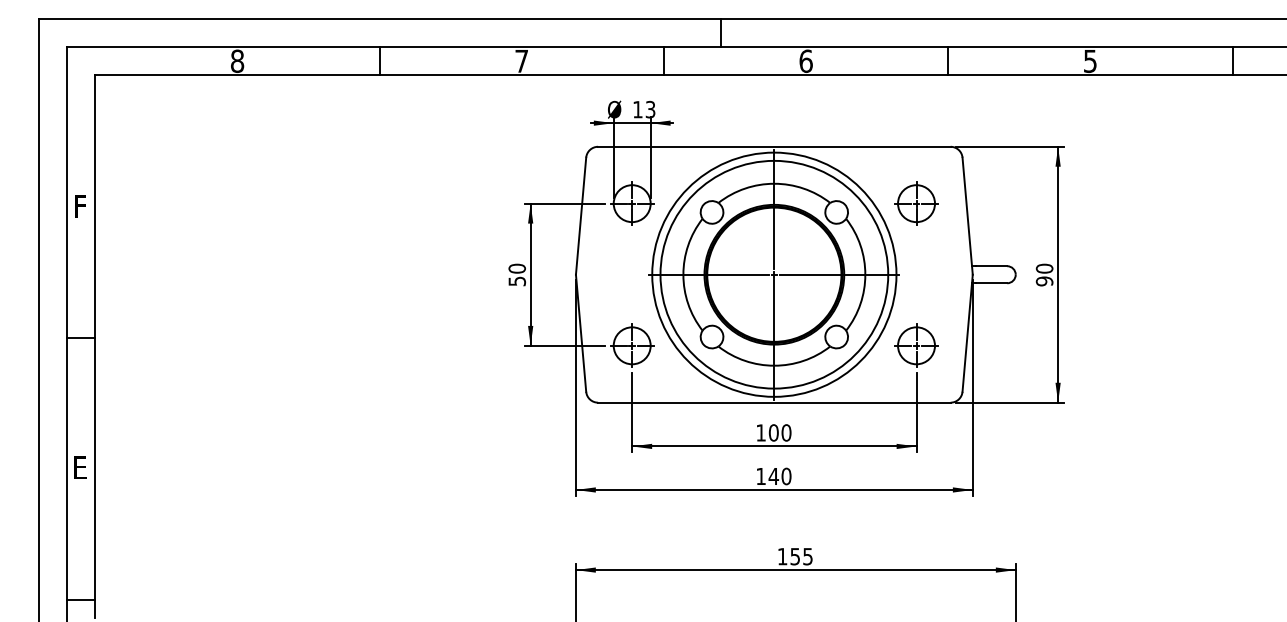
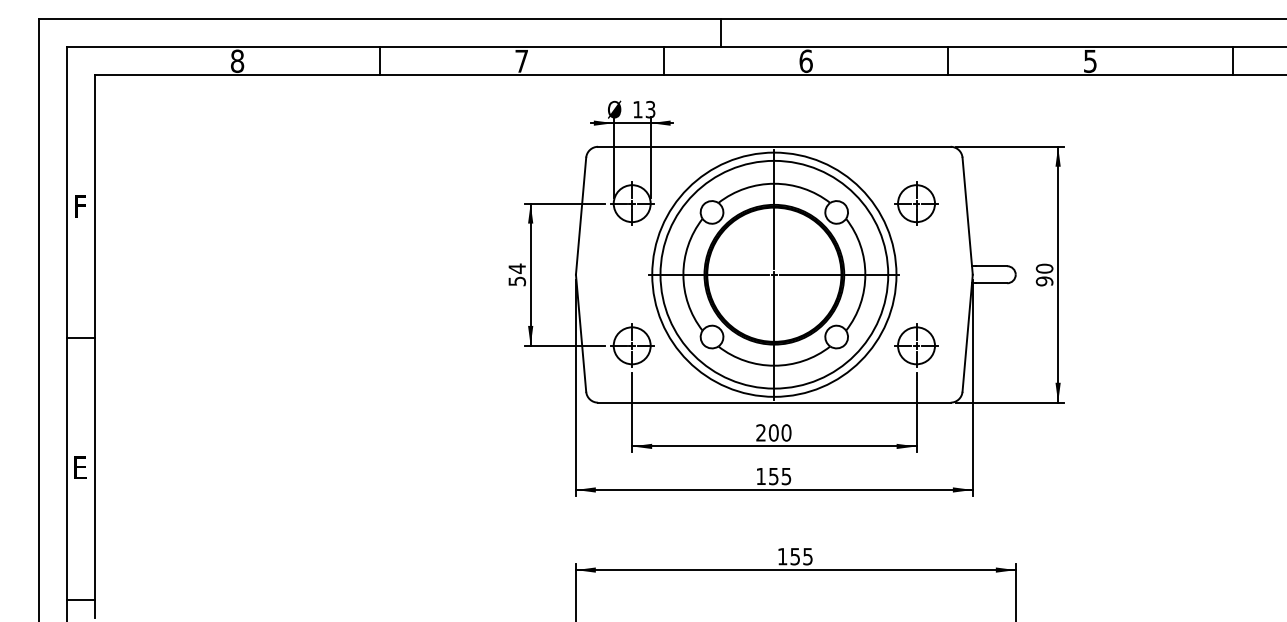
text at (516, 268): 50 -> 54
text at (760, 432): 100 -> 200
text at (779, 476): 140 -> 155
